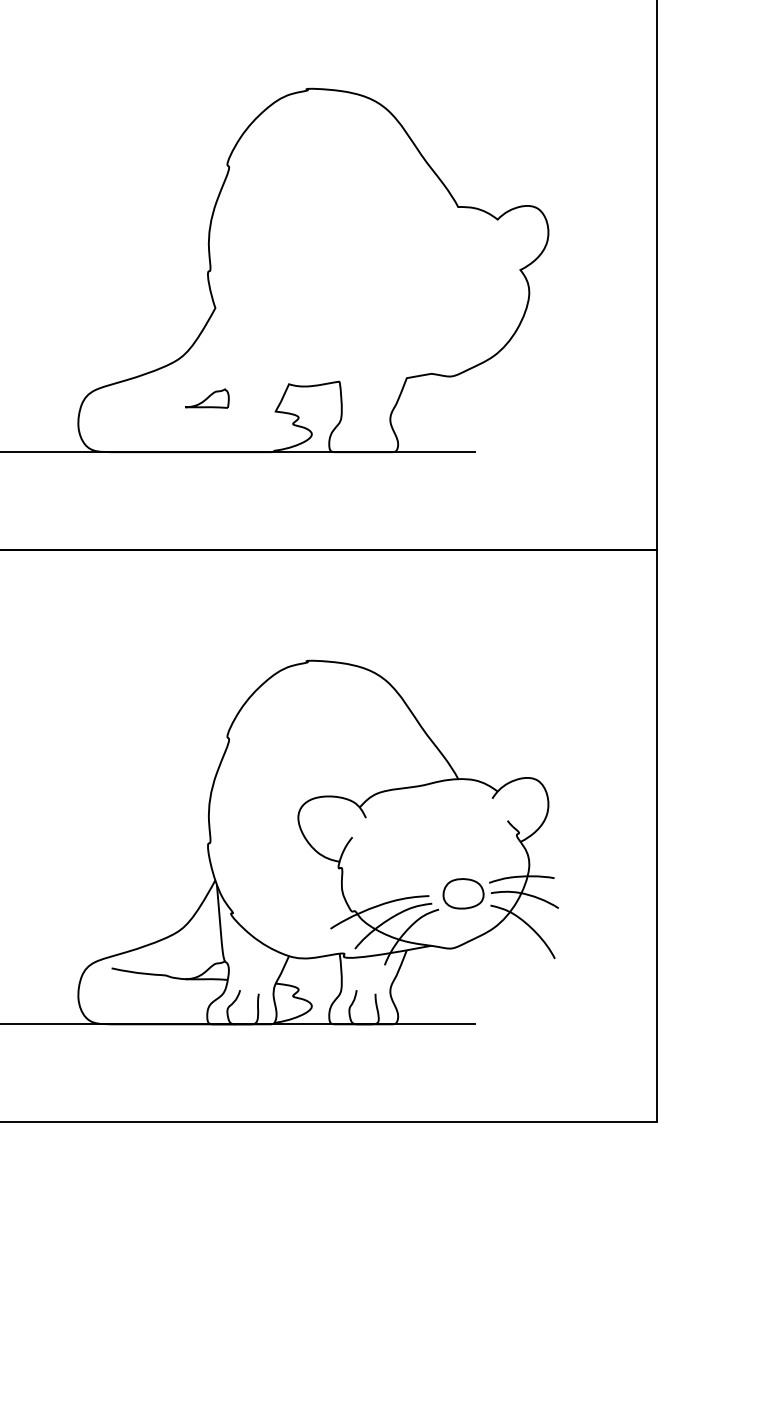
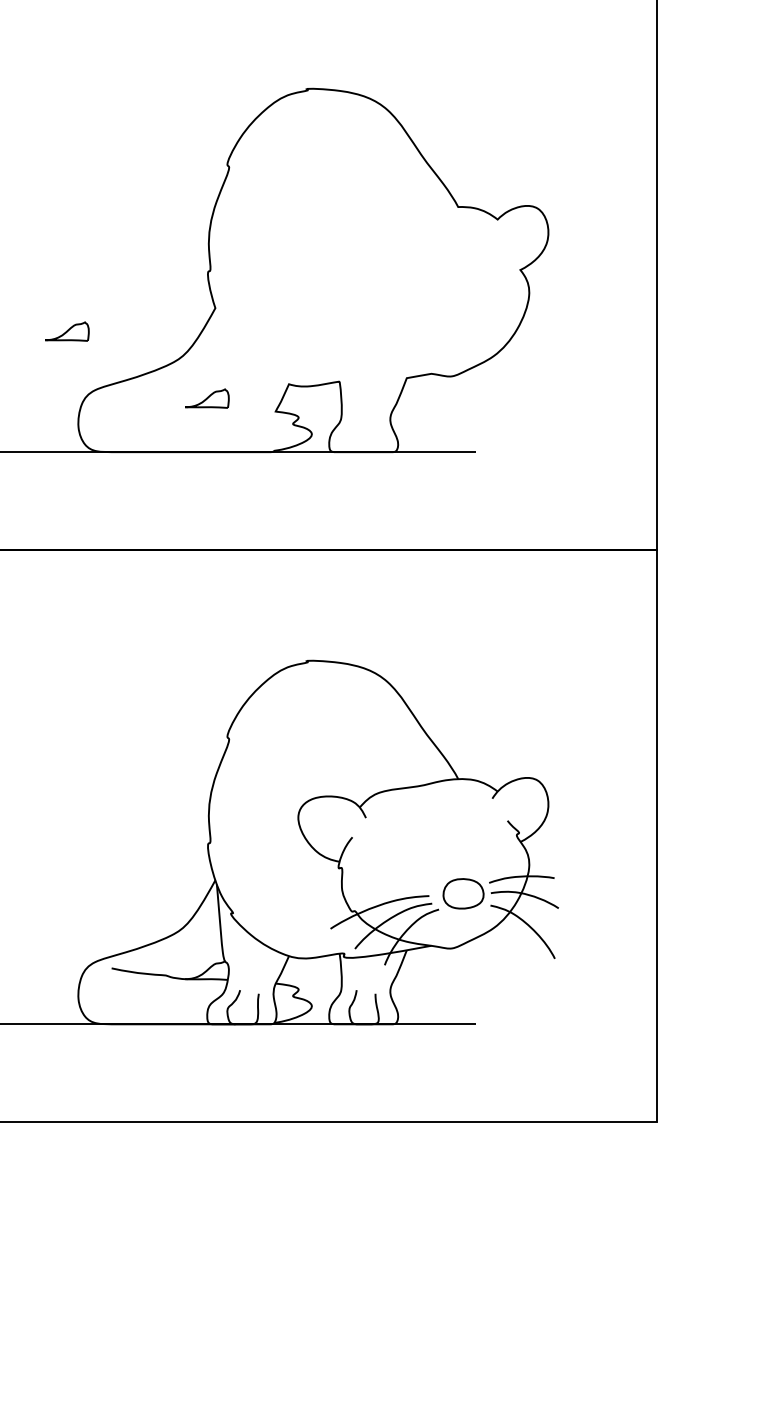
part at (67, 331): none -> present
